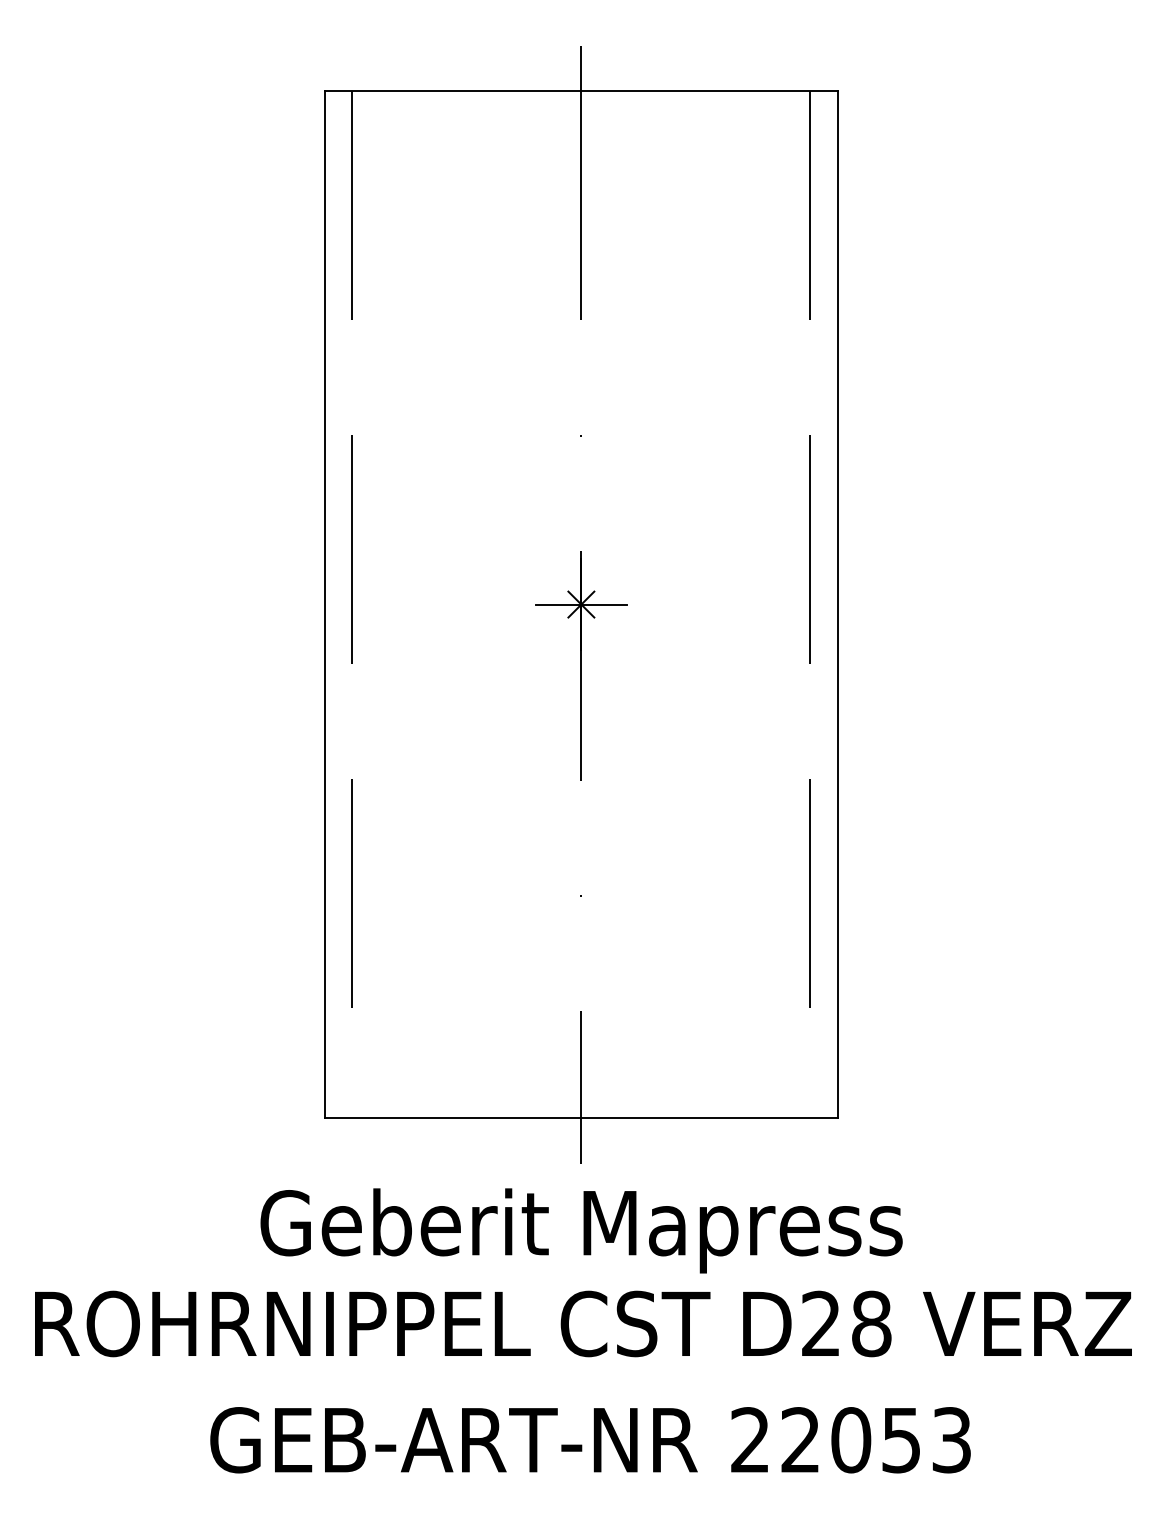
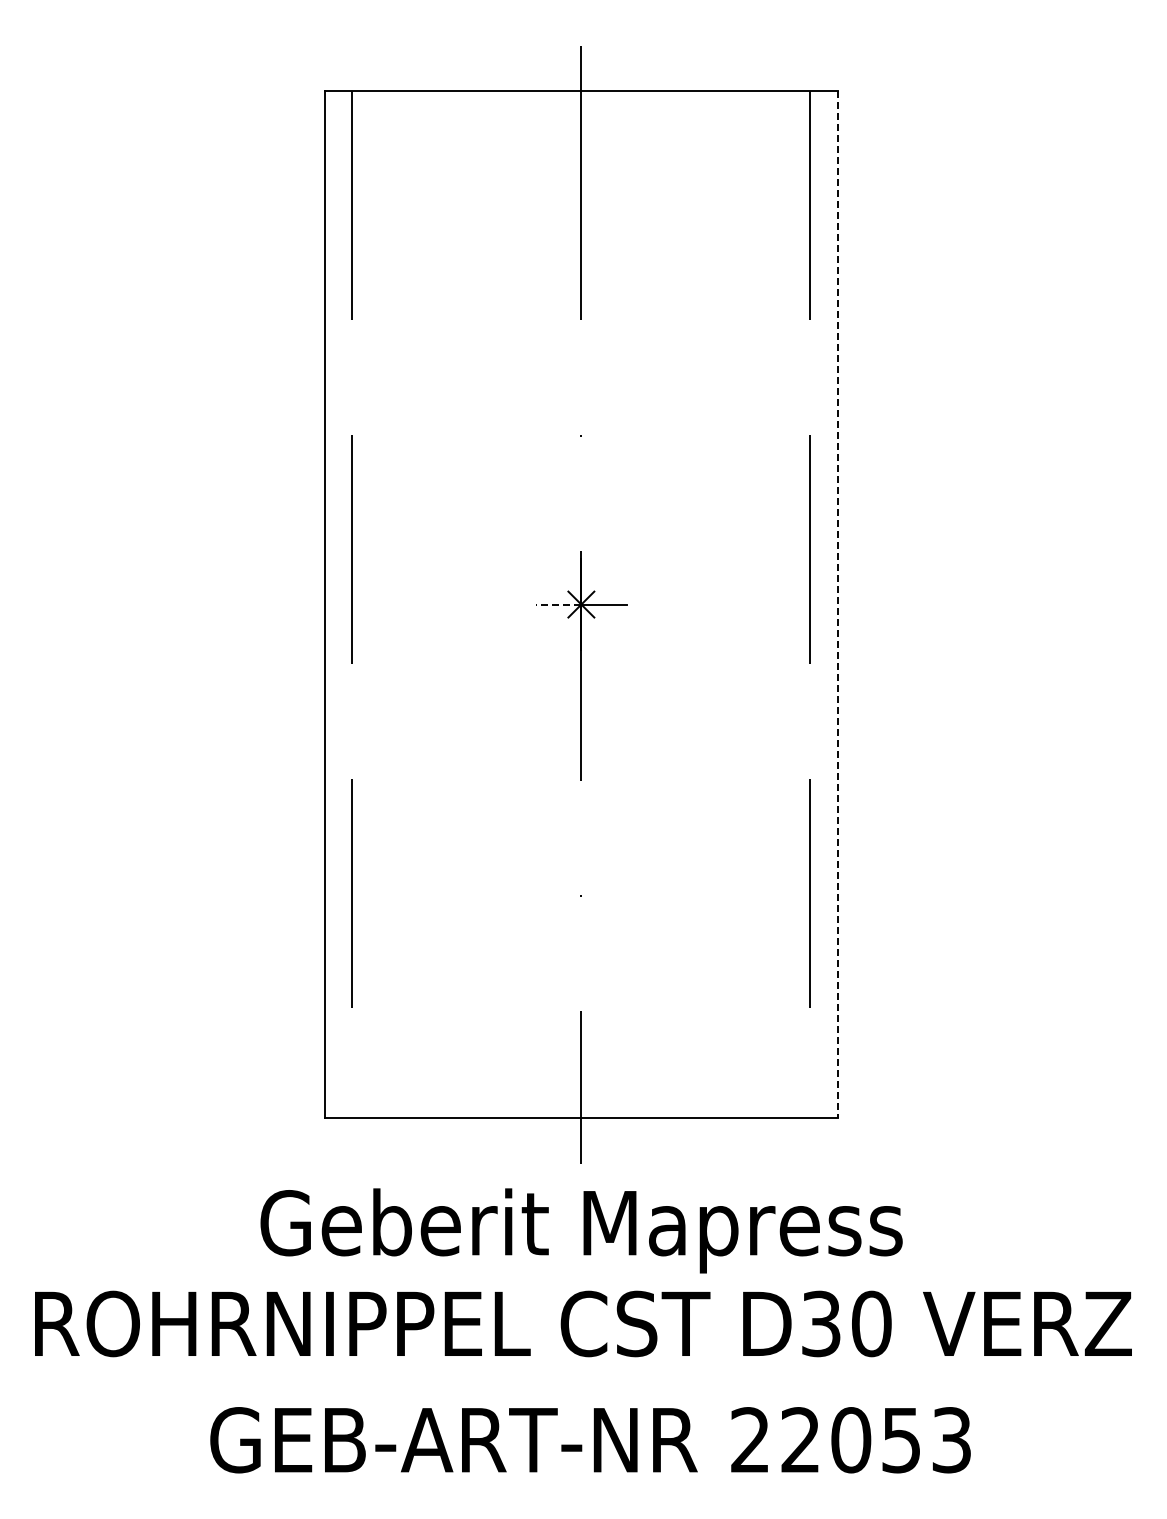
line at (558, 604): solid -> dashed
line at (837, 605): solid -> dashed
text at (846, 1323): D28 -> D30
